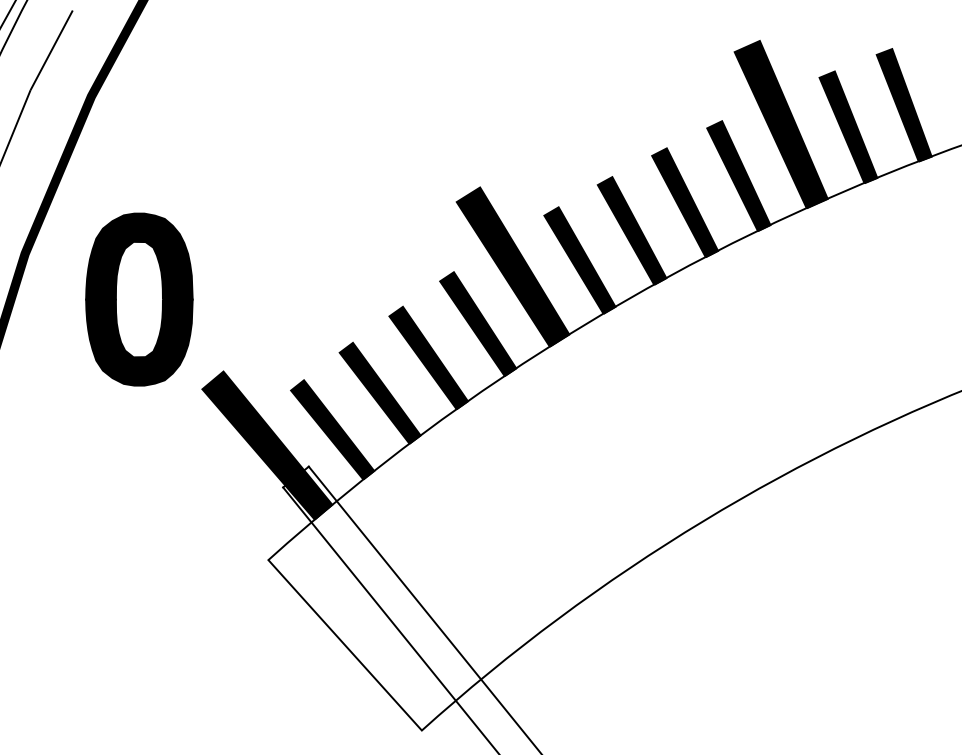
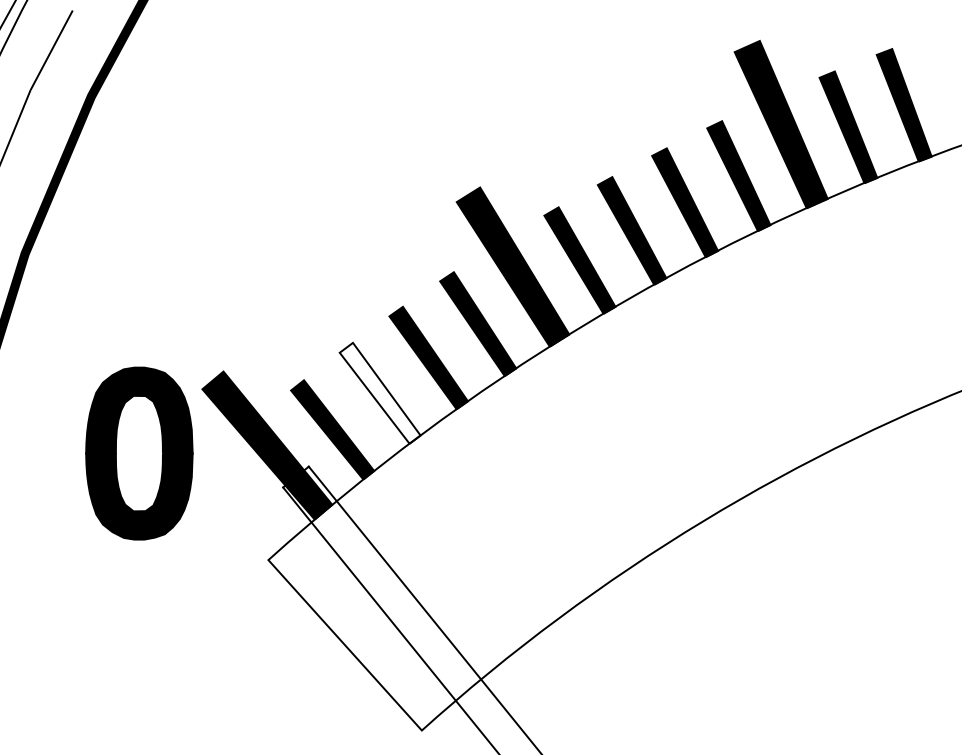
part at (139, 299) position: (139, 299) -> (139, 453)
fill at (379, 392): present -> none
